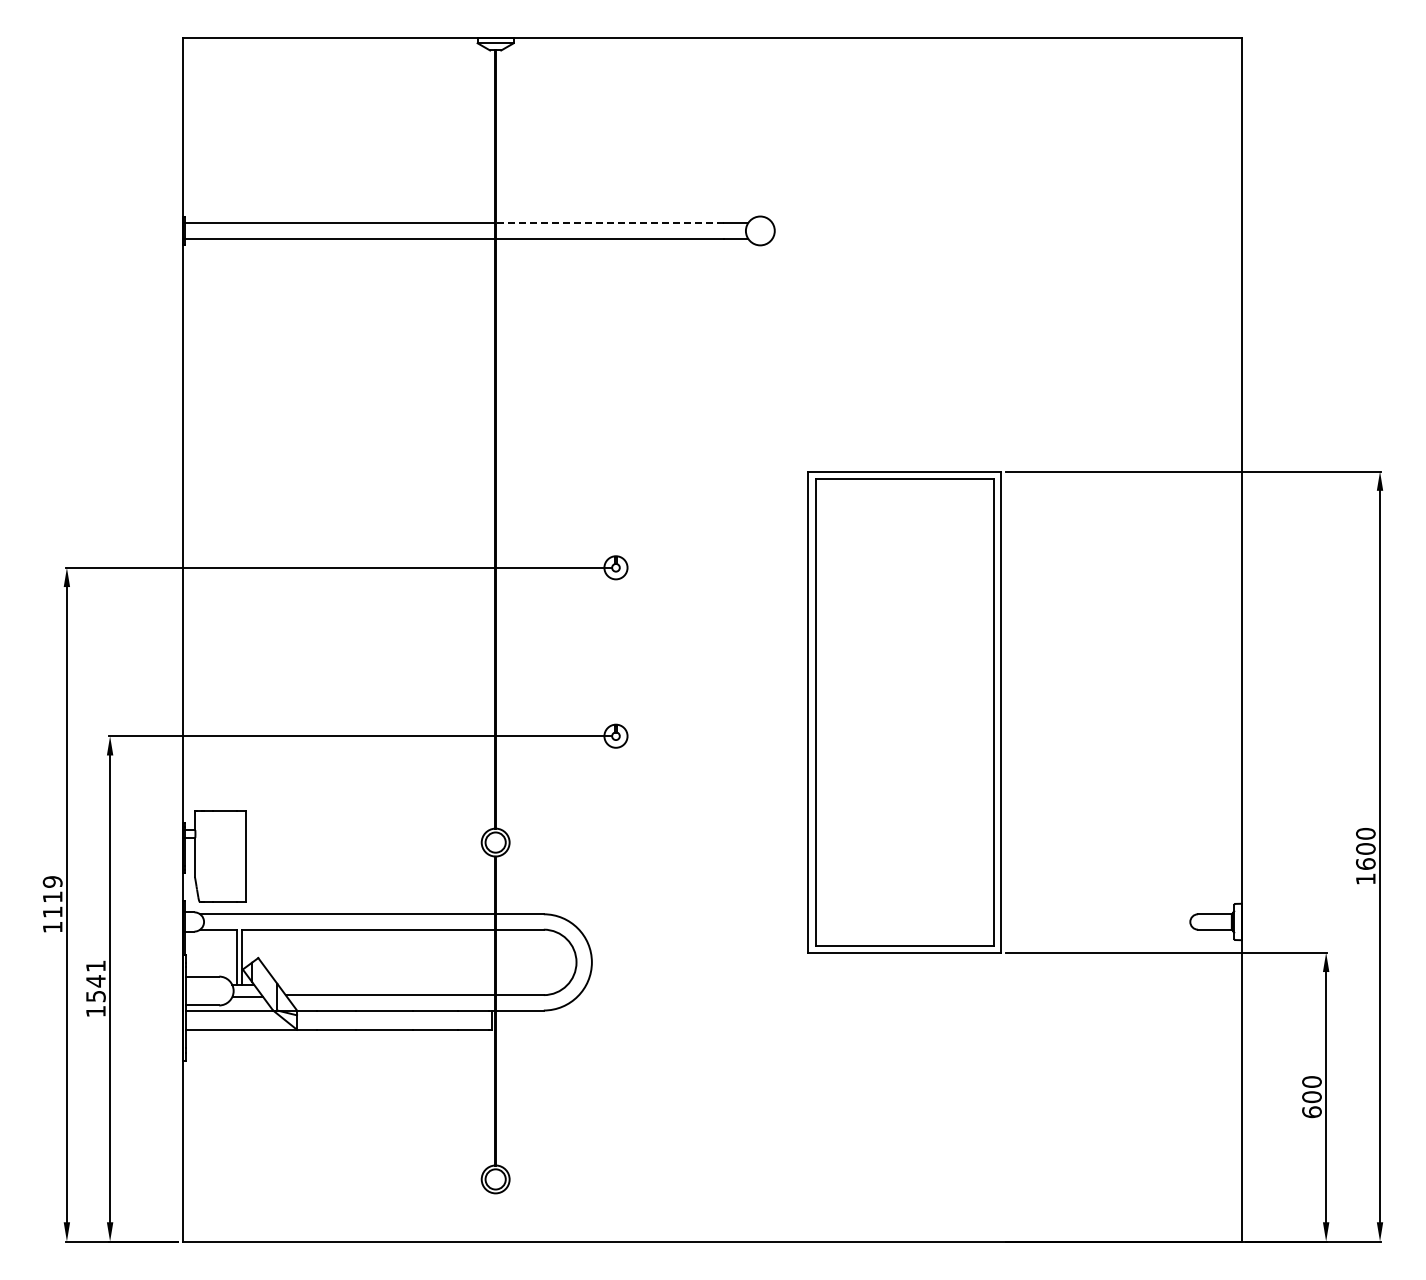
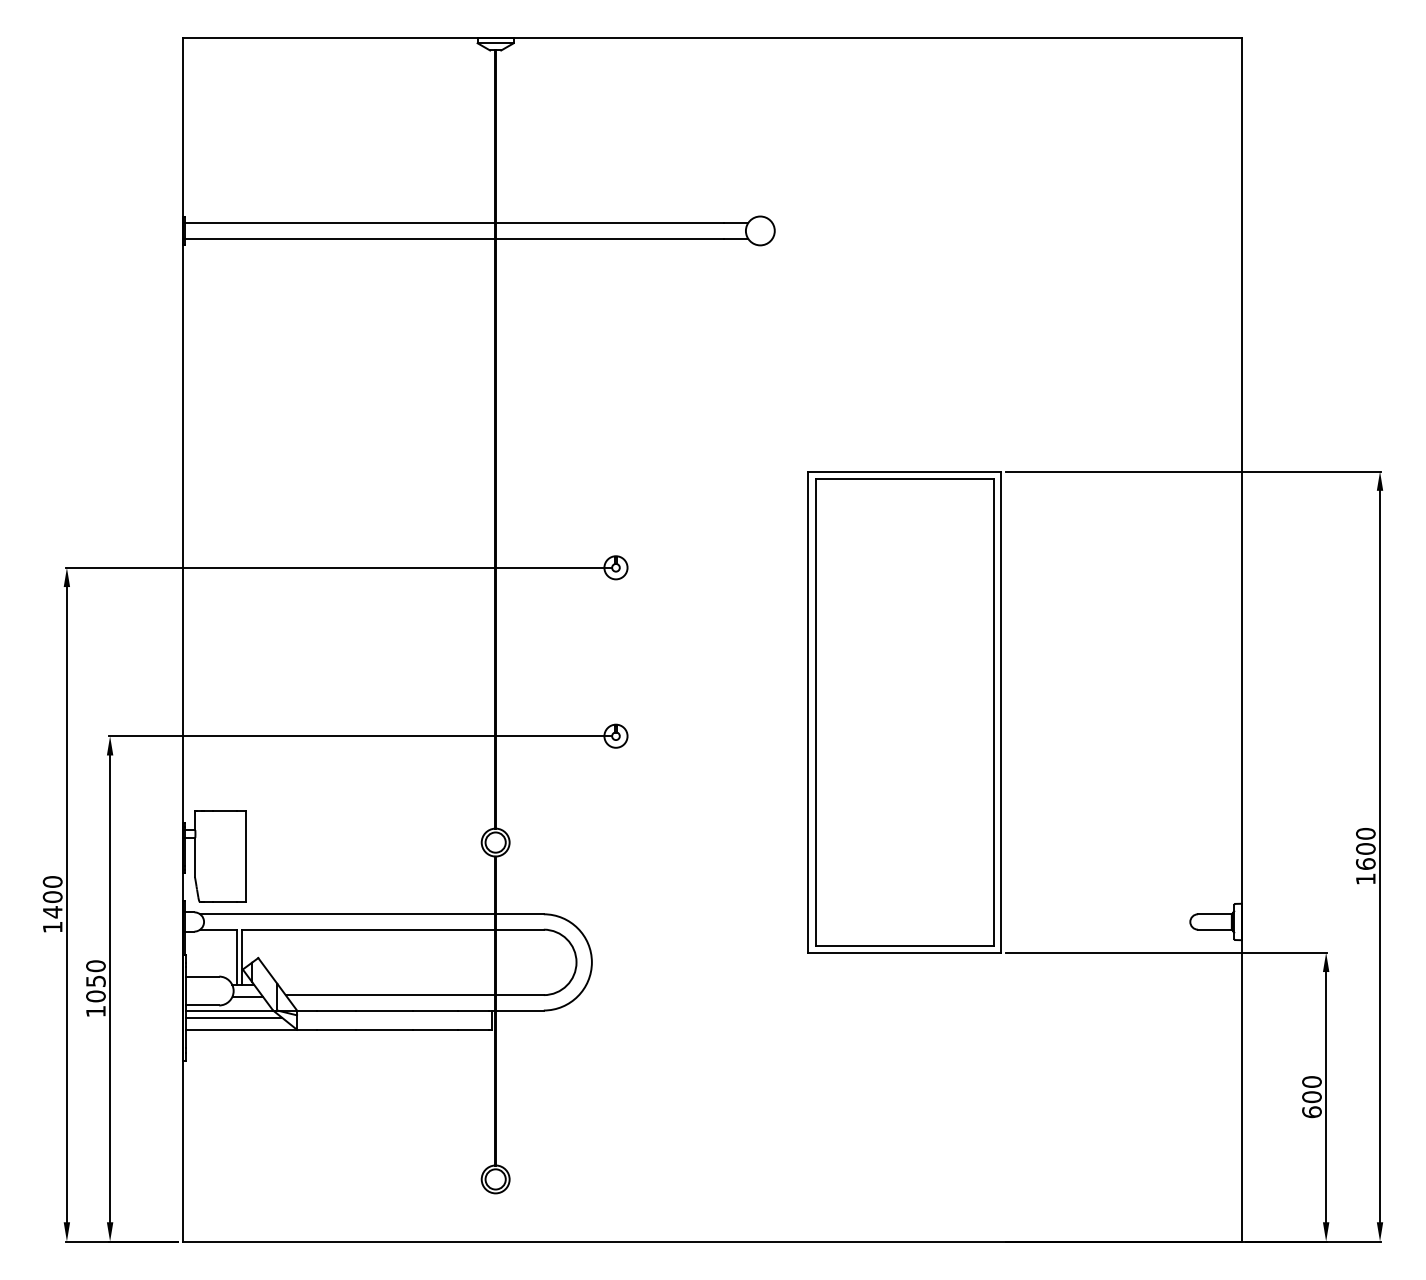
line at (610, 223): dashed -> solid
text at (52, 897): 1119 -> 1400
text at (95, 981): 1541 -> 1050
line at (233, 1017): none -> present
